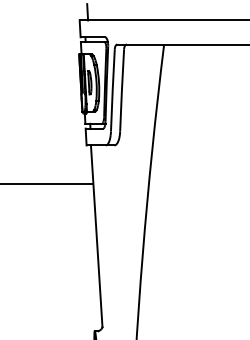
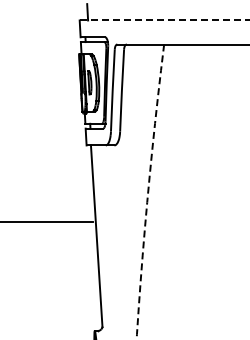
line at (164, 20): solid -> dashed
line at (47, 183) position: (47, 183) -> (47, 221)
arc at (148, 192): solid -> dashed
